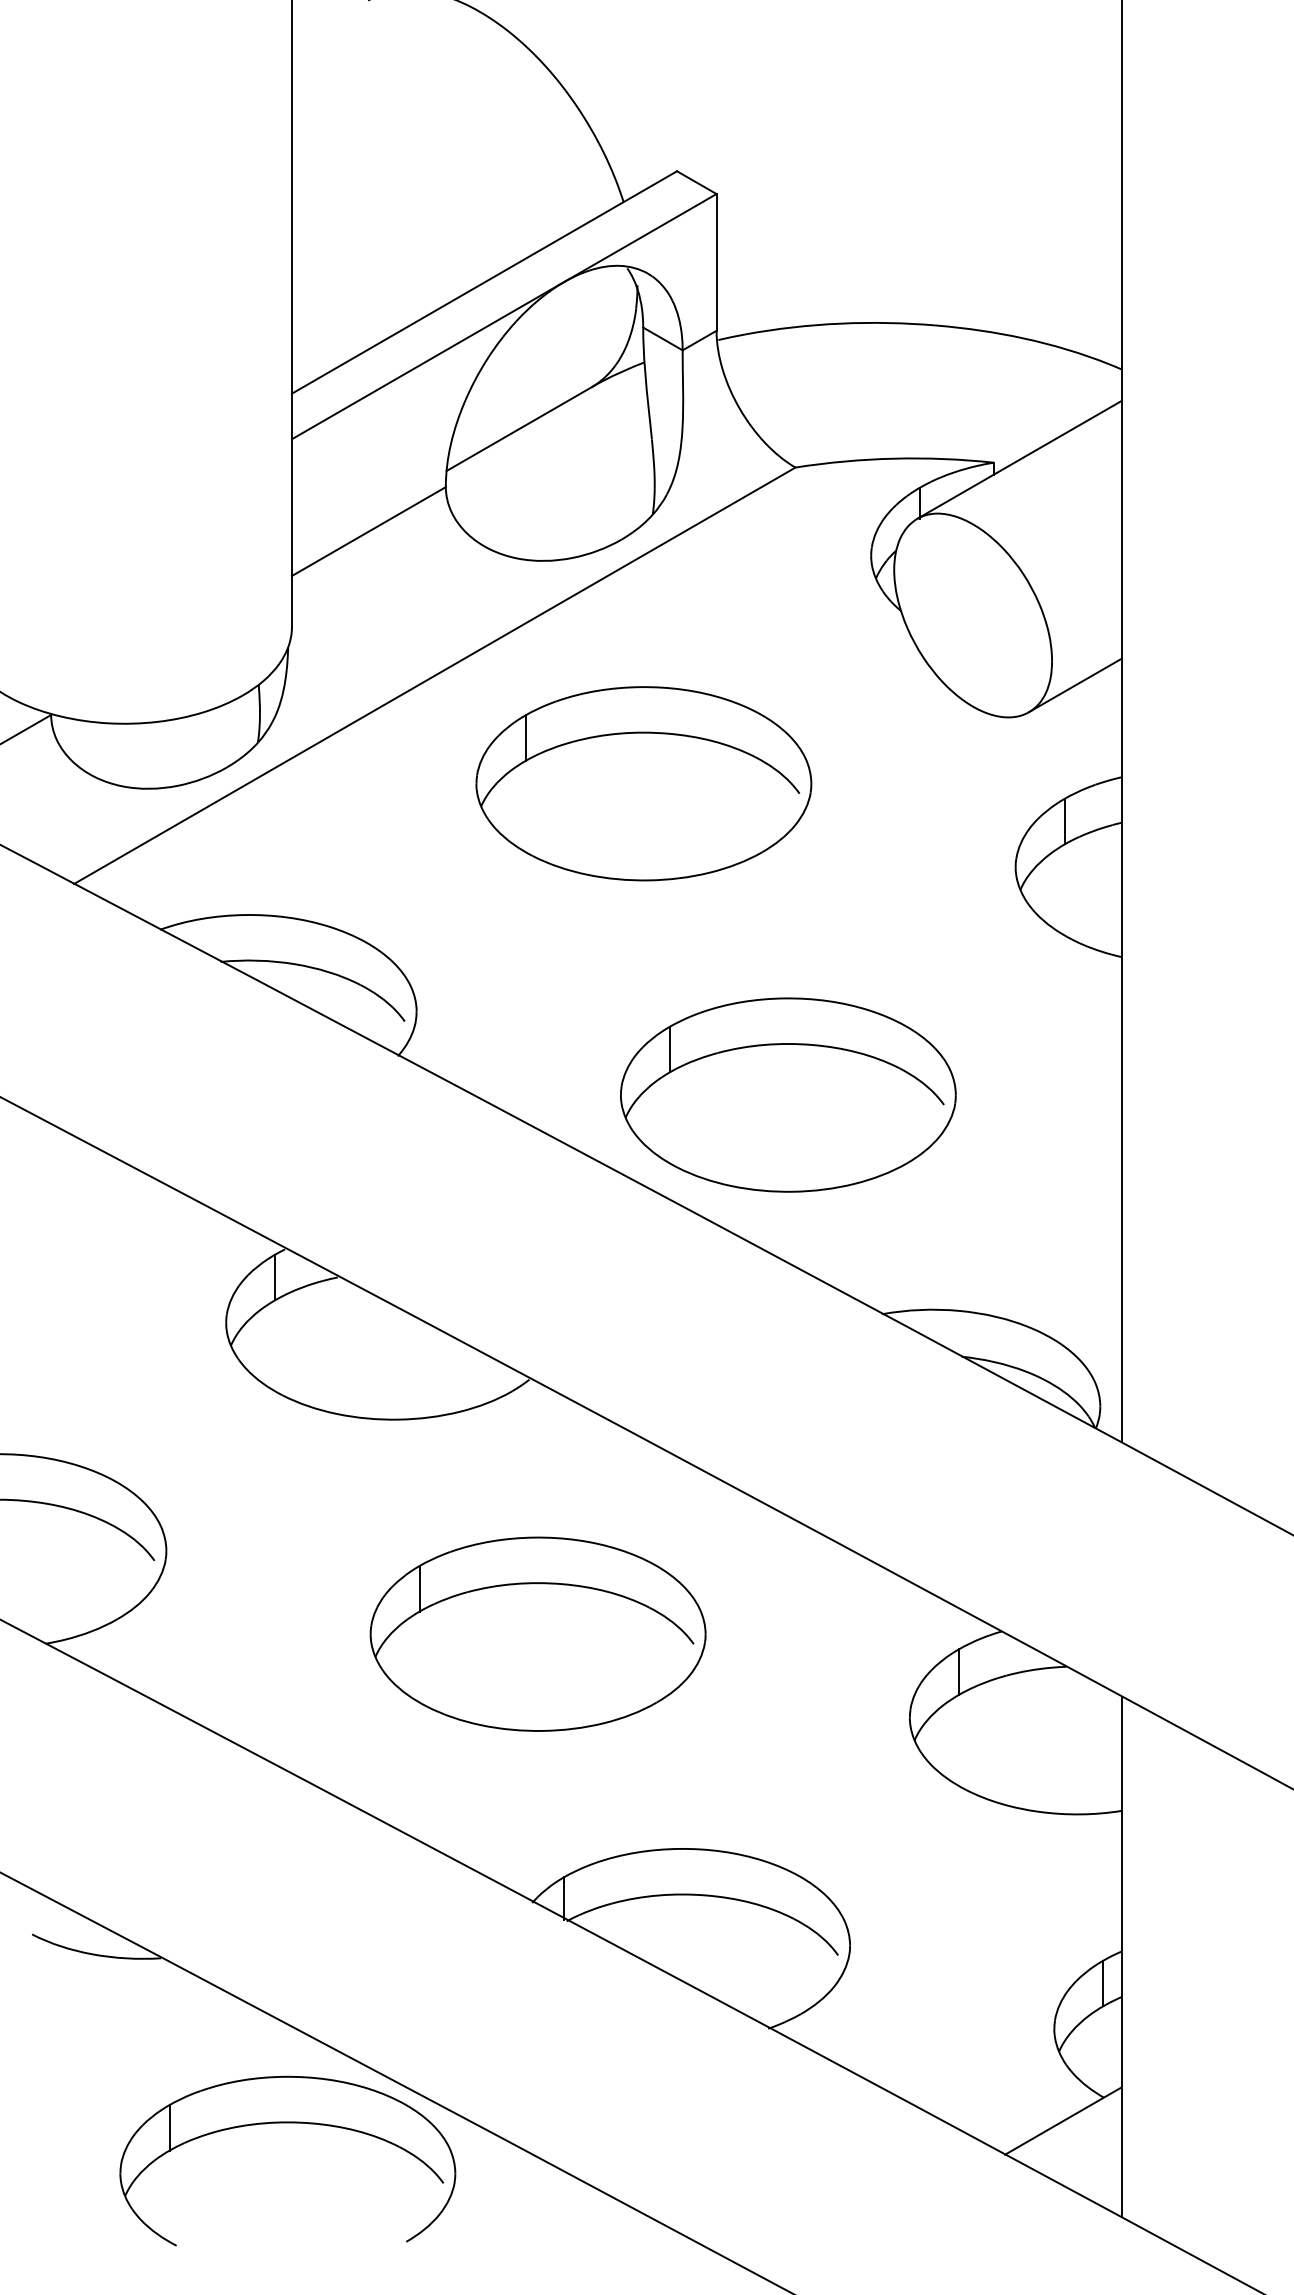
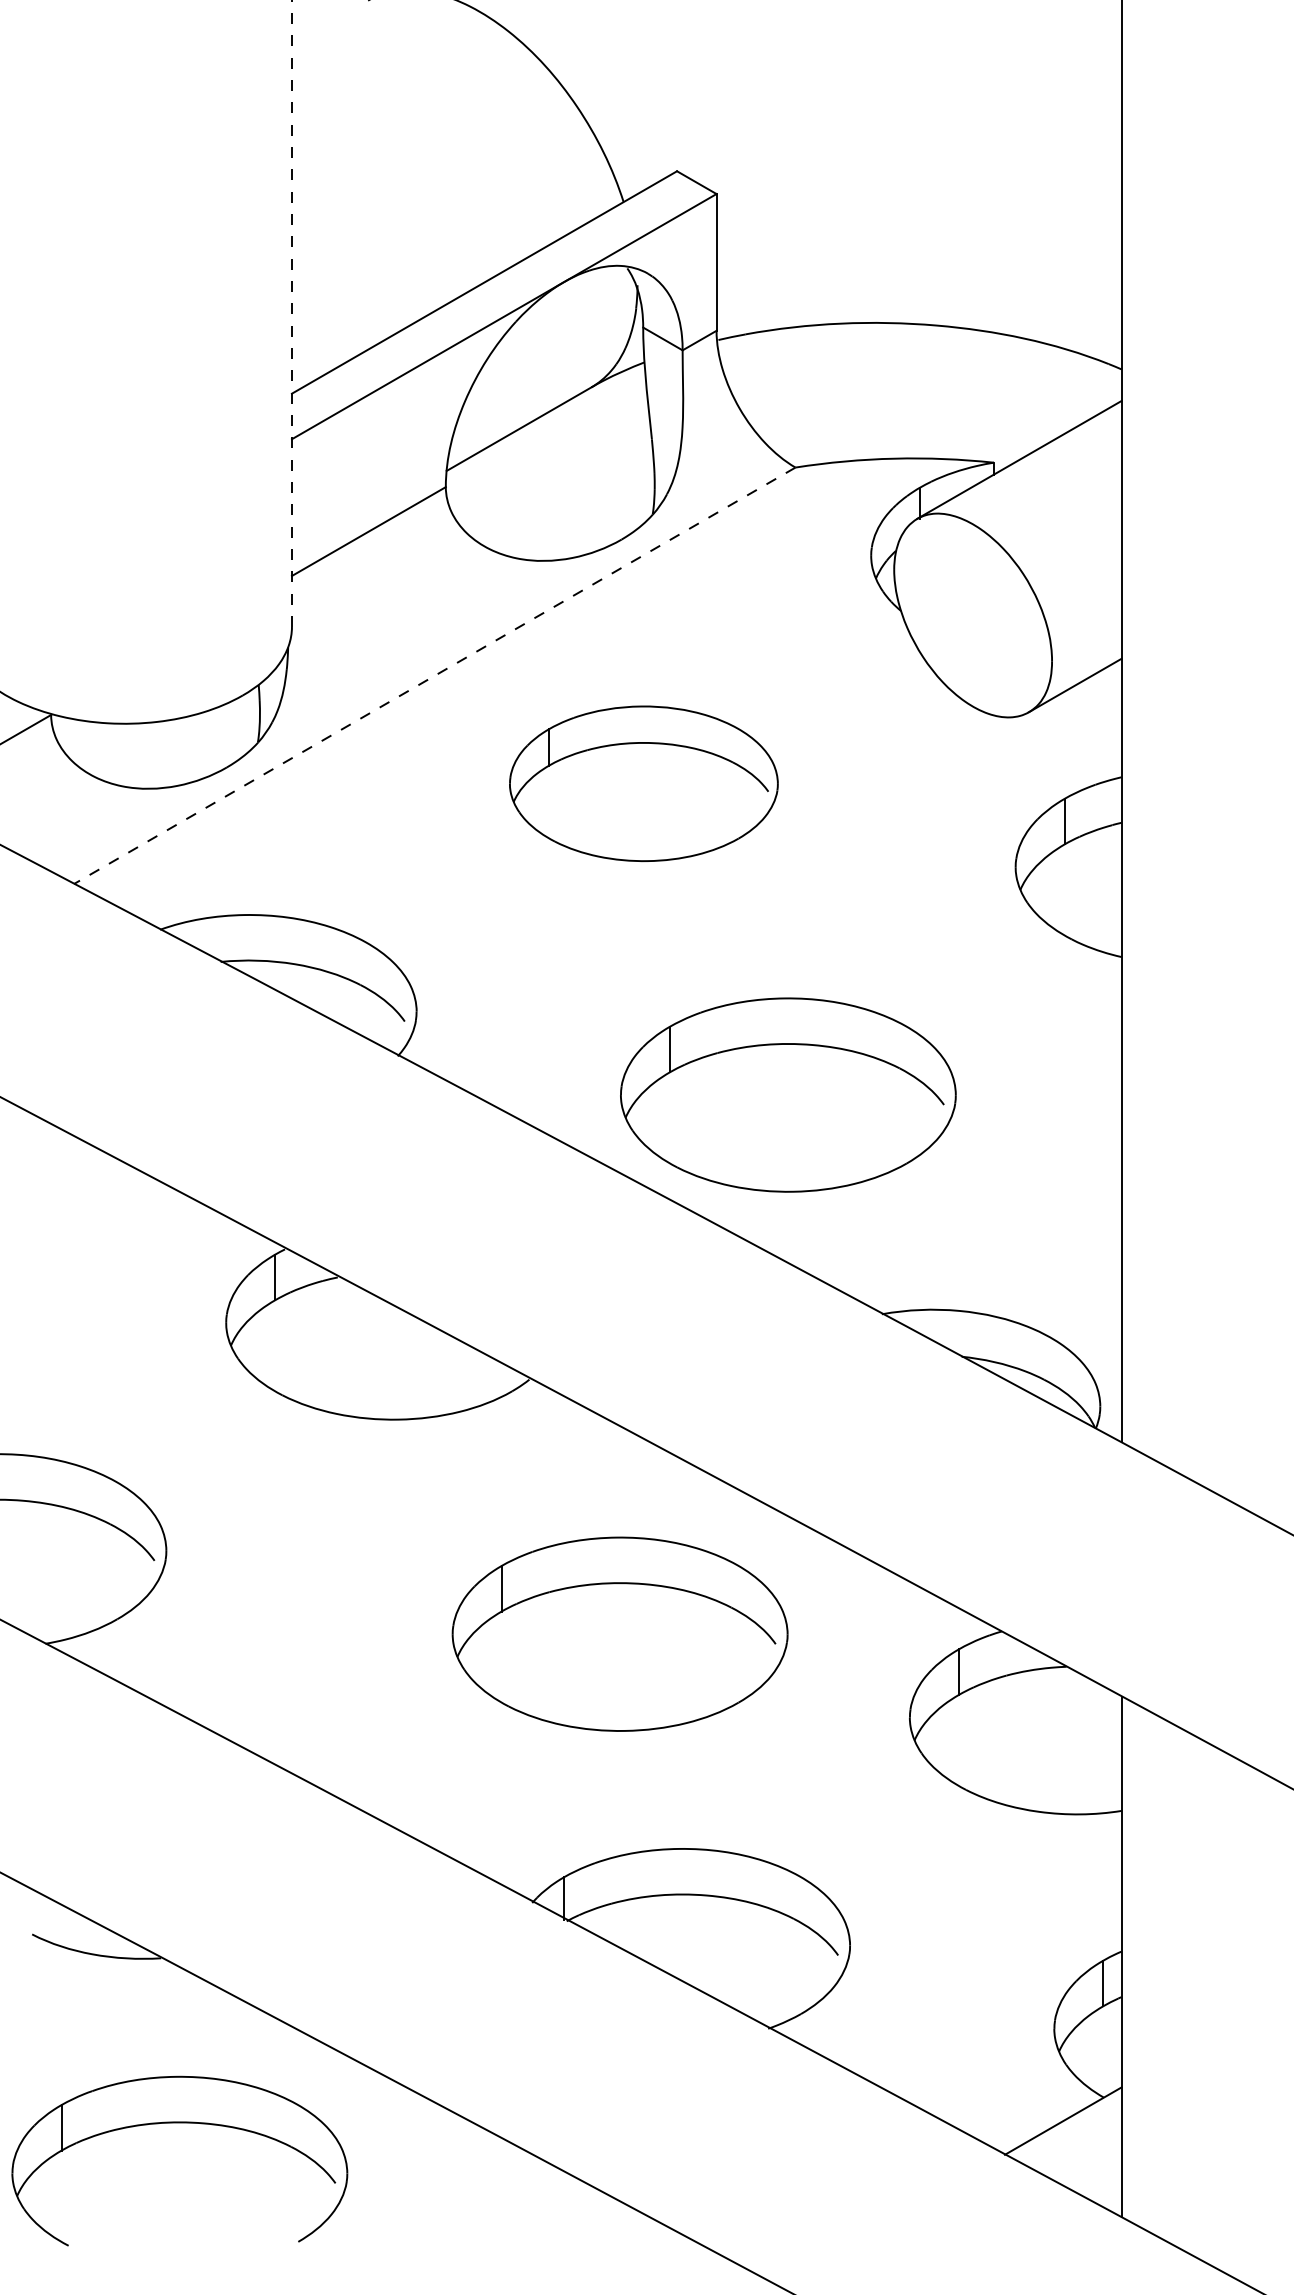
line at (291, 313): solid -> dashed
line at (434, 675): solid -> dashed
part at (643, 783) size: 338x196 px -> 270x158 px
part at (537, 1633) position: (537, 1633) -> (619, 1633)
part at (287, 2123) position: (287, 2123) -> (179, 2123)
